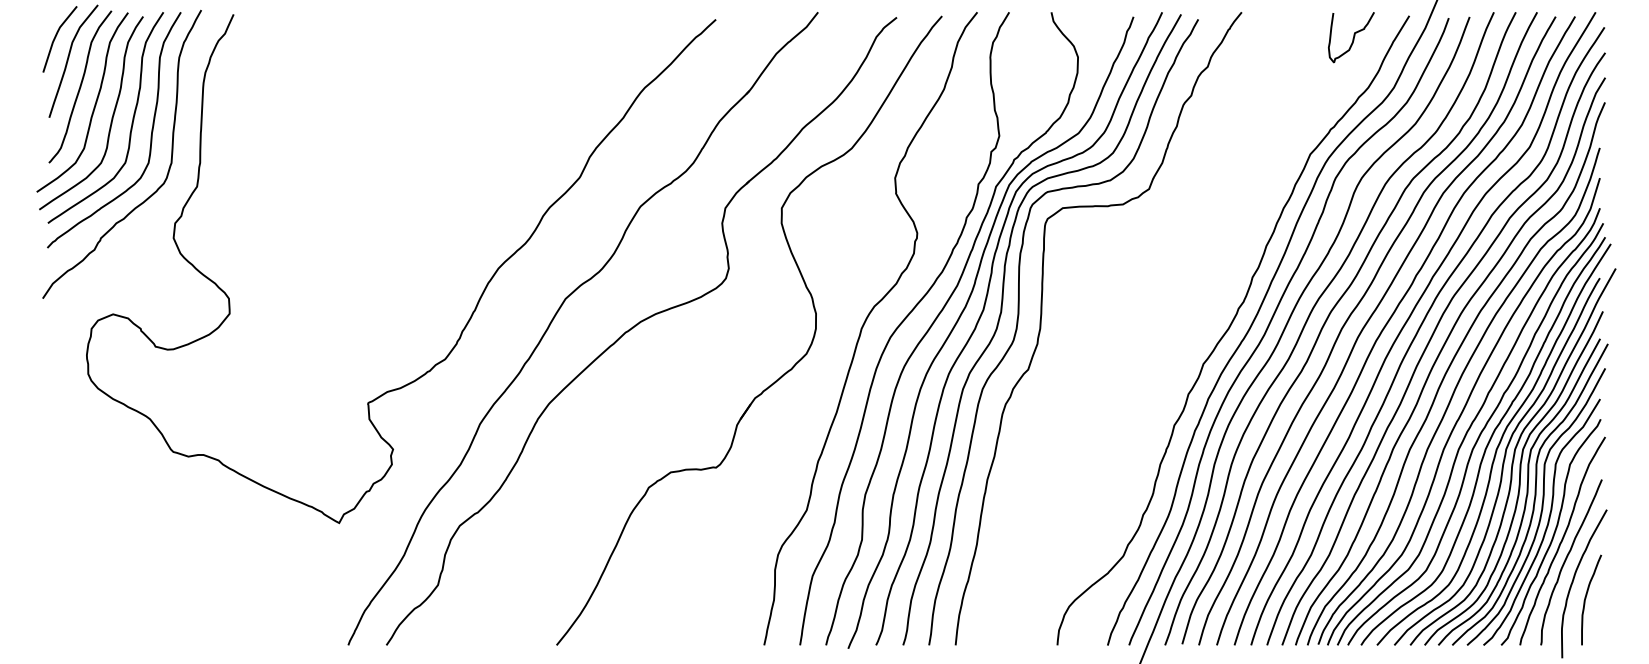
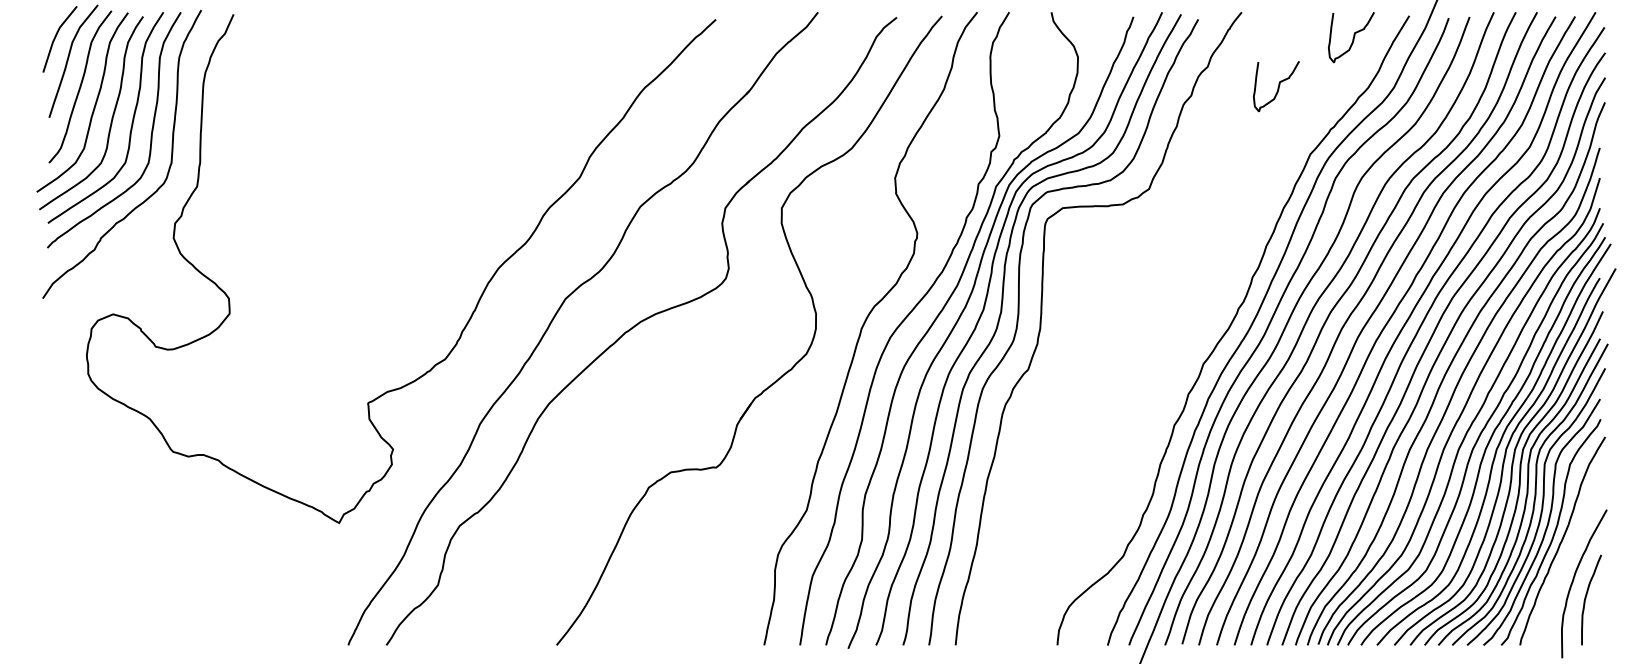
curve at (1277, 87): none -> present
curve at (1566, 560): present -> none
